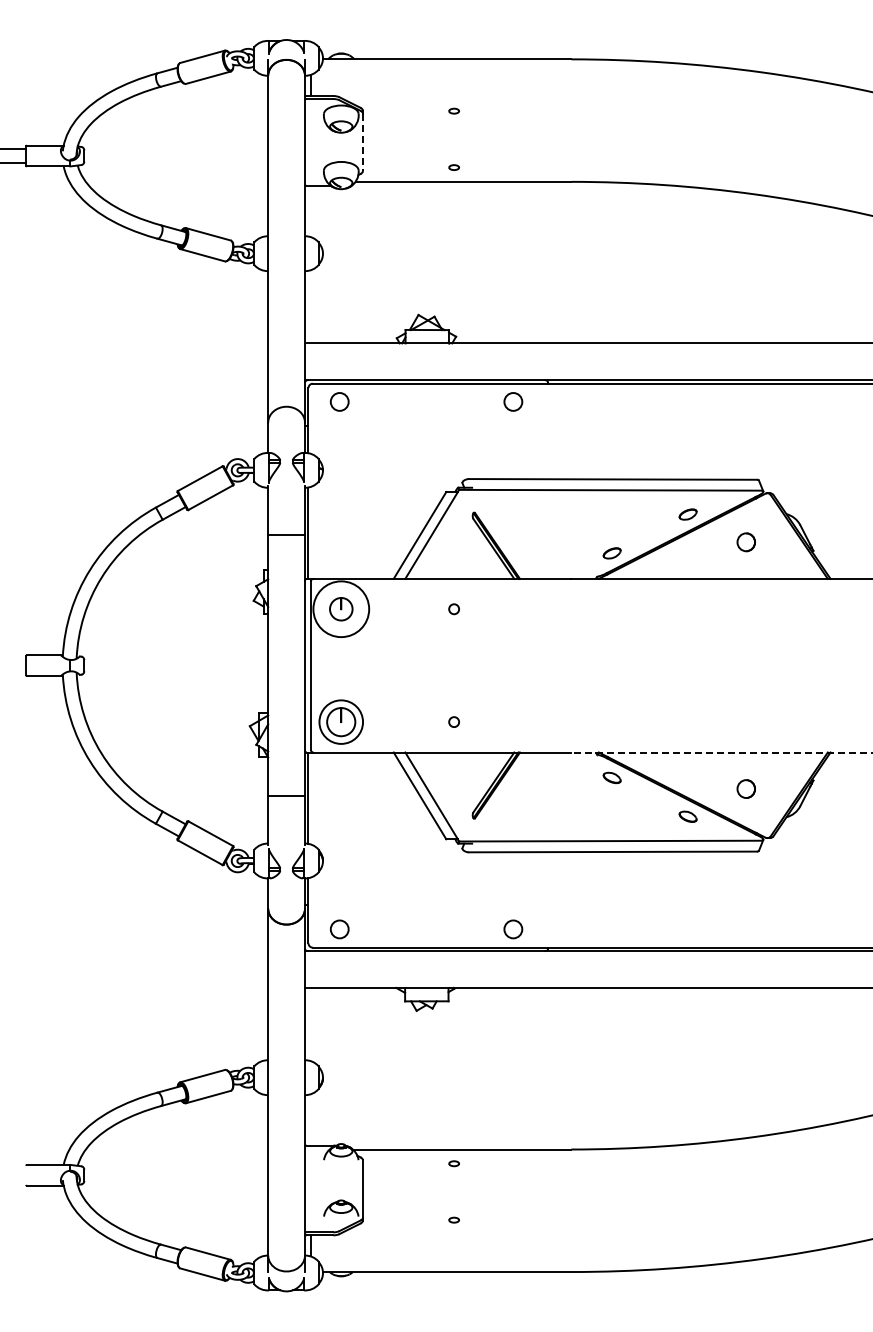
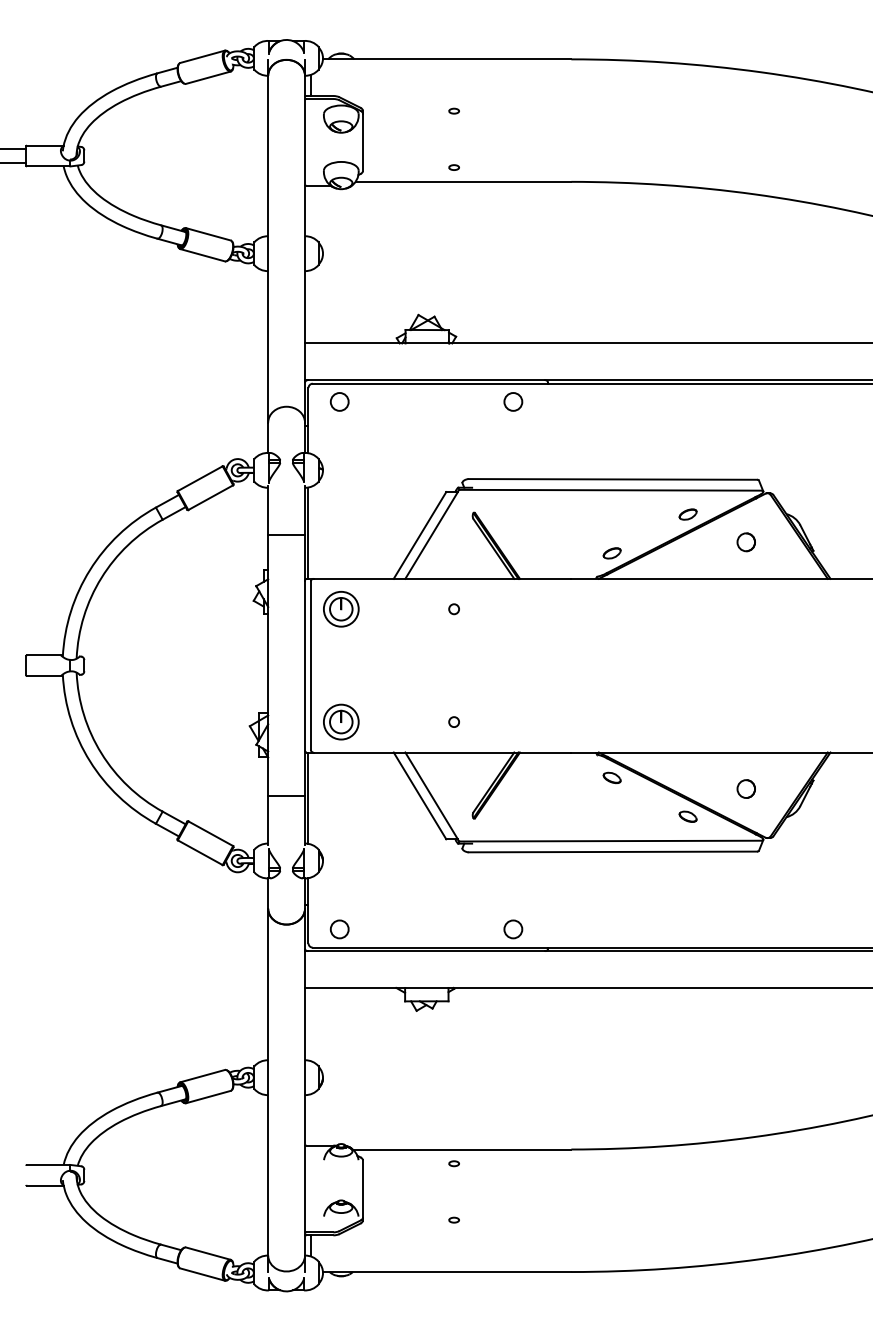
line at (363, 142): dashed -> solid
circle at (341, 609) diameter: 56 px -> 35 px
part at (340, 721) size: 46x46 px -> 37x38 px
line at (721, 752): dashed -> solid
